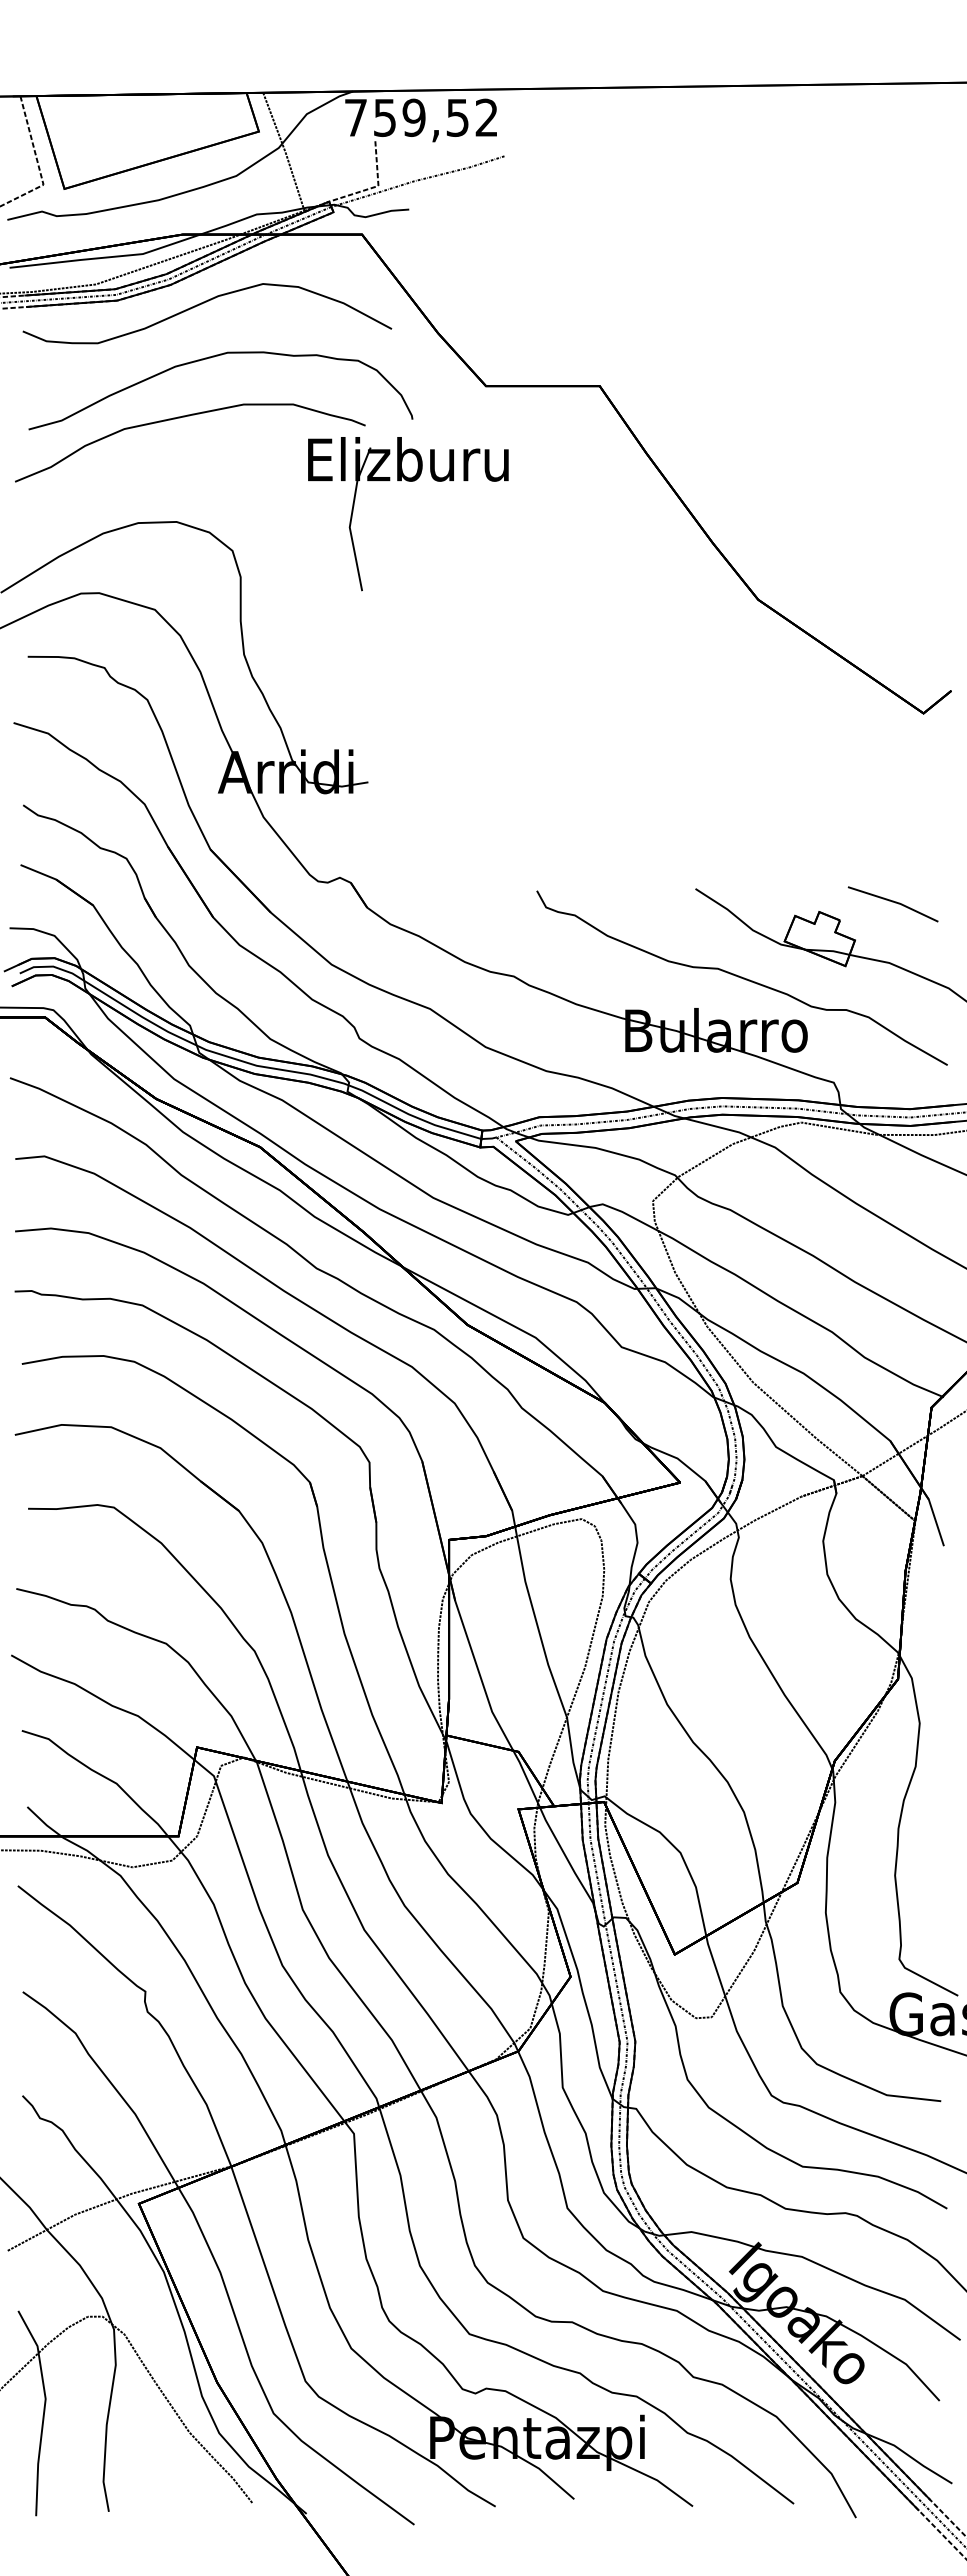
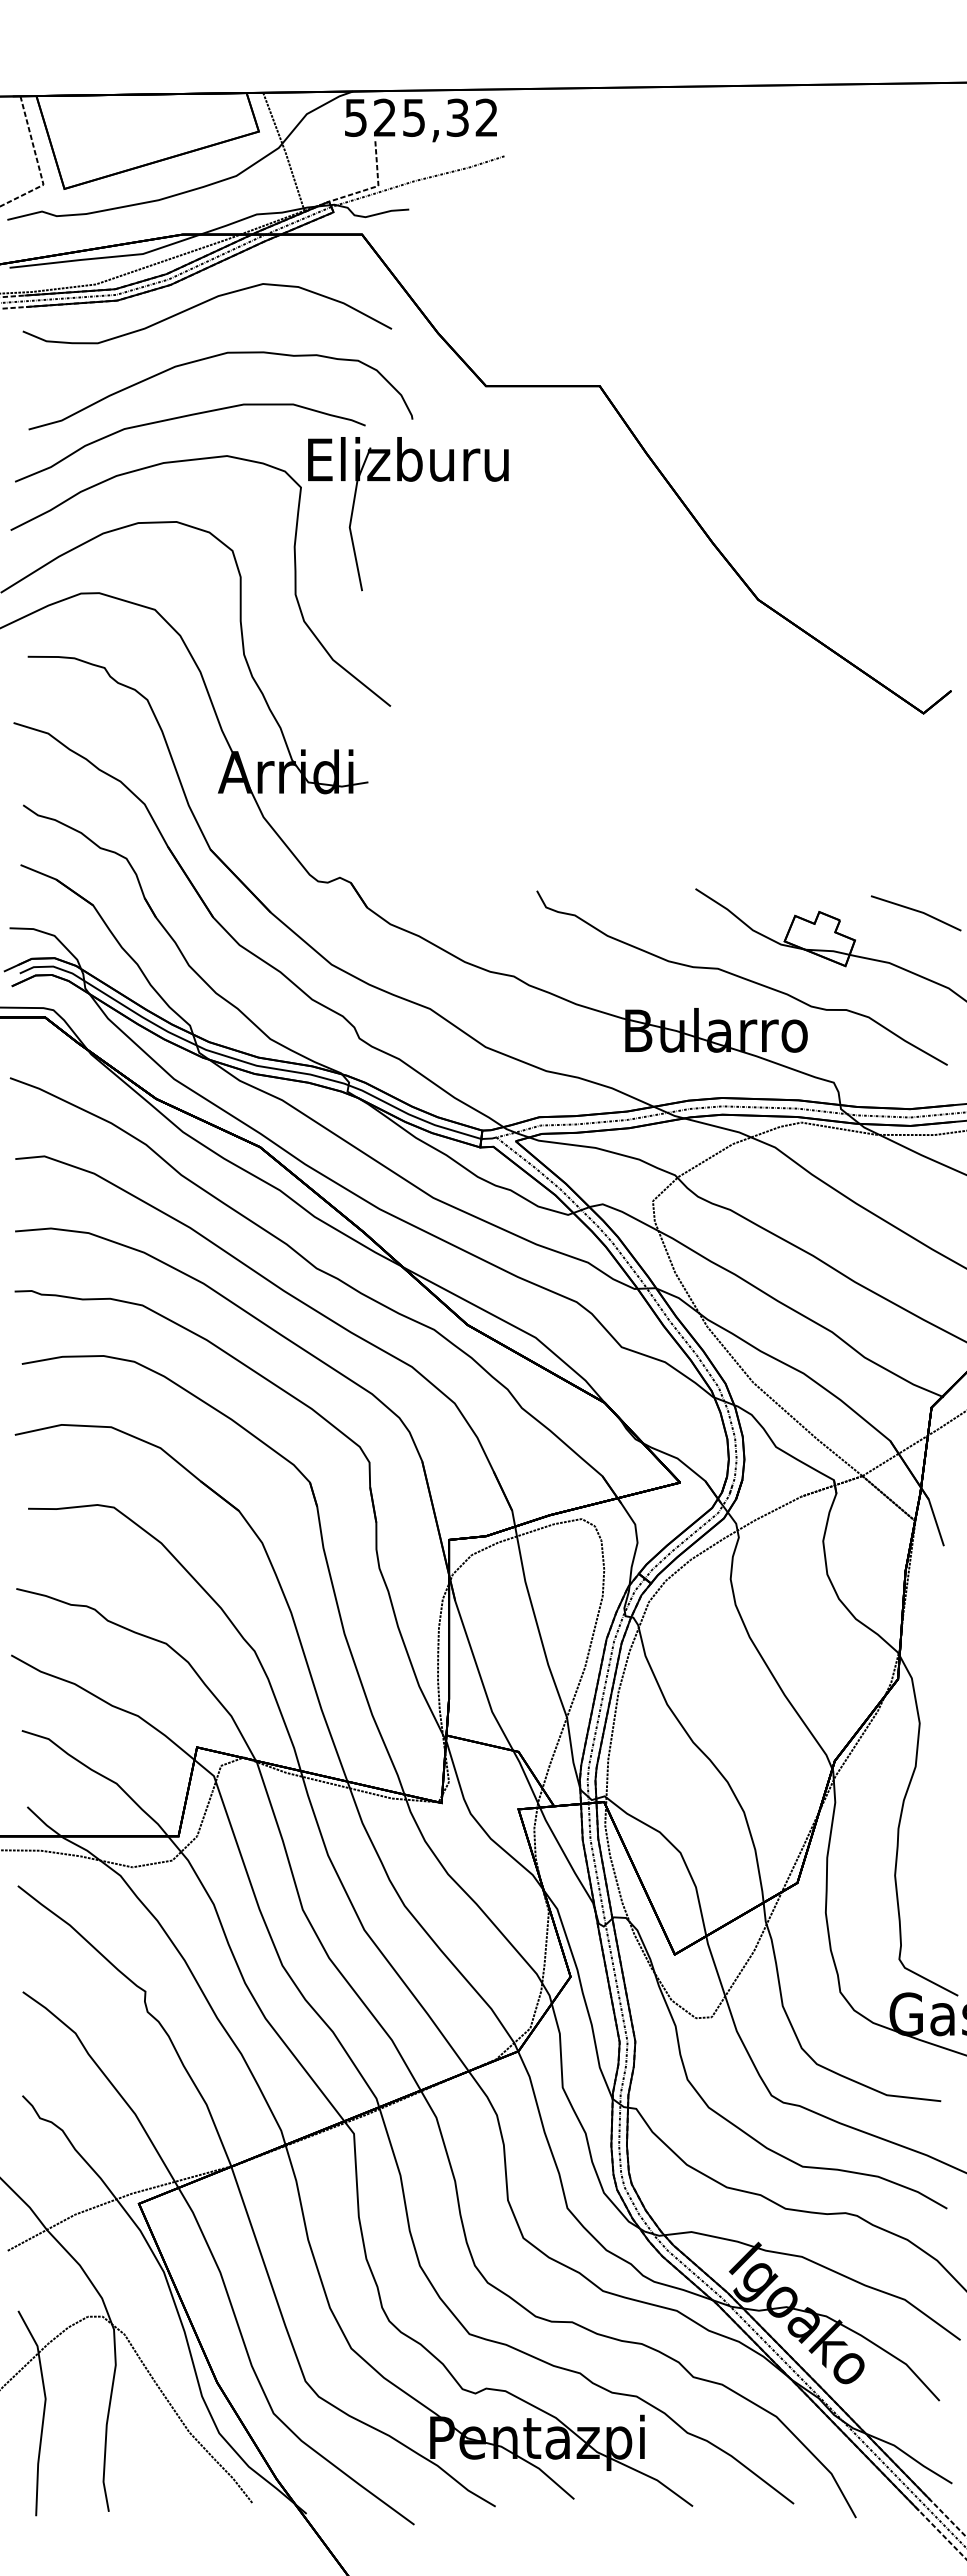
text at (406, 117): 759,52 -> 525,32
part at (294, 580): none -> present
part at (892, 904) position: (892, 904) -> (915, 913)
